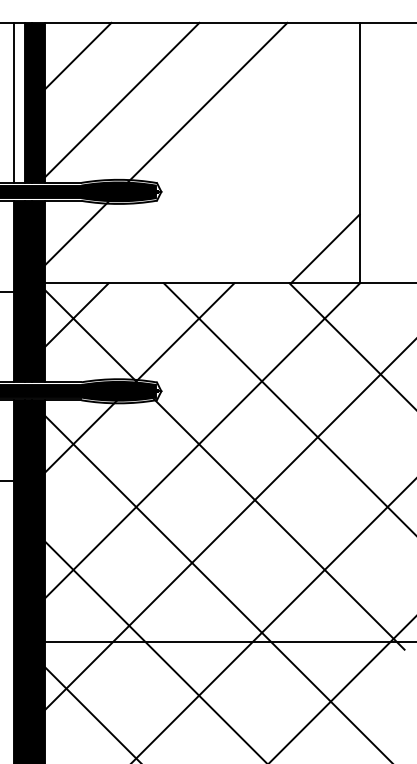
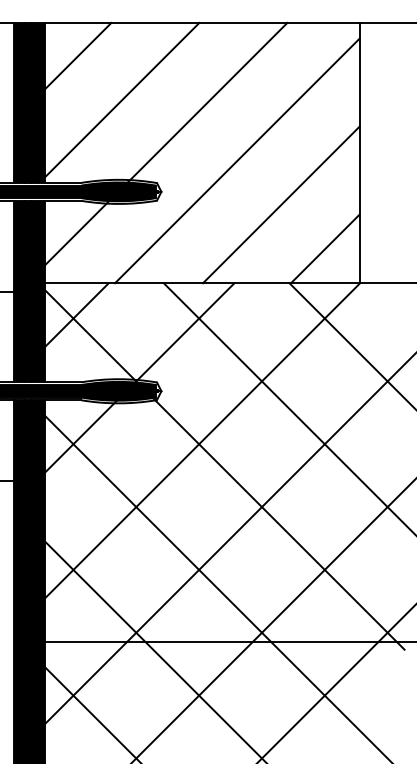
fill at (19, 102): none -> present
line at (237, 160): none -> present
line at (281, 204): none -> present
line at (225, 528) position: (225, 528) -> (229, 539)
line at (342, 689) position: (342, 689) -> (336, 683)
